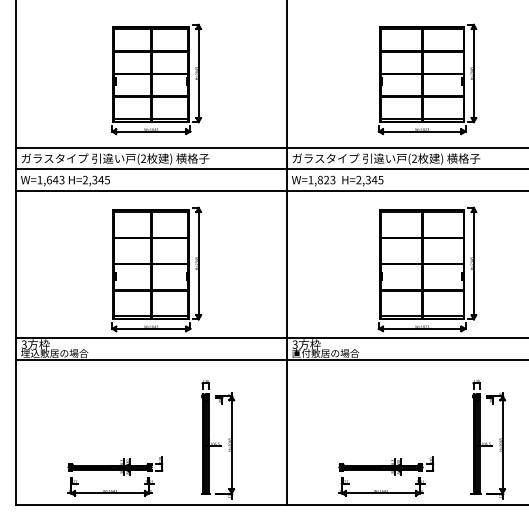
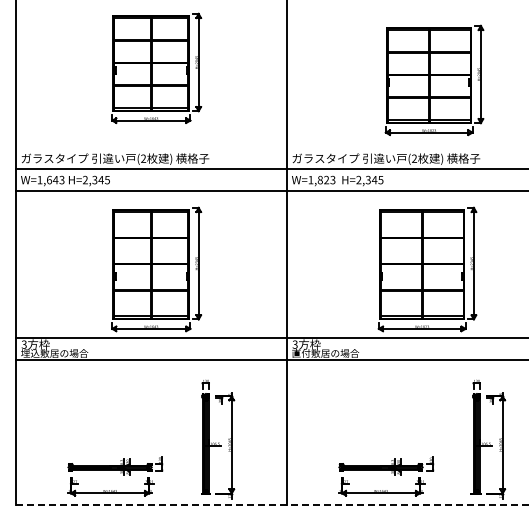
part at (156, 78) position: (156, 78) -> (156, 67)
part at (427, 78) position: (427, 78) -> (434, 79)
line at (270, 148): present -> none
line at (272, 504): solid -> dashed
